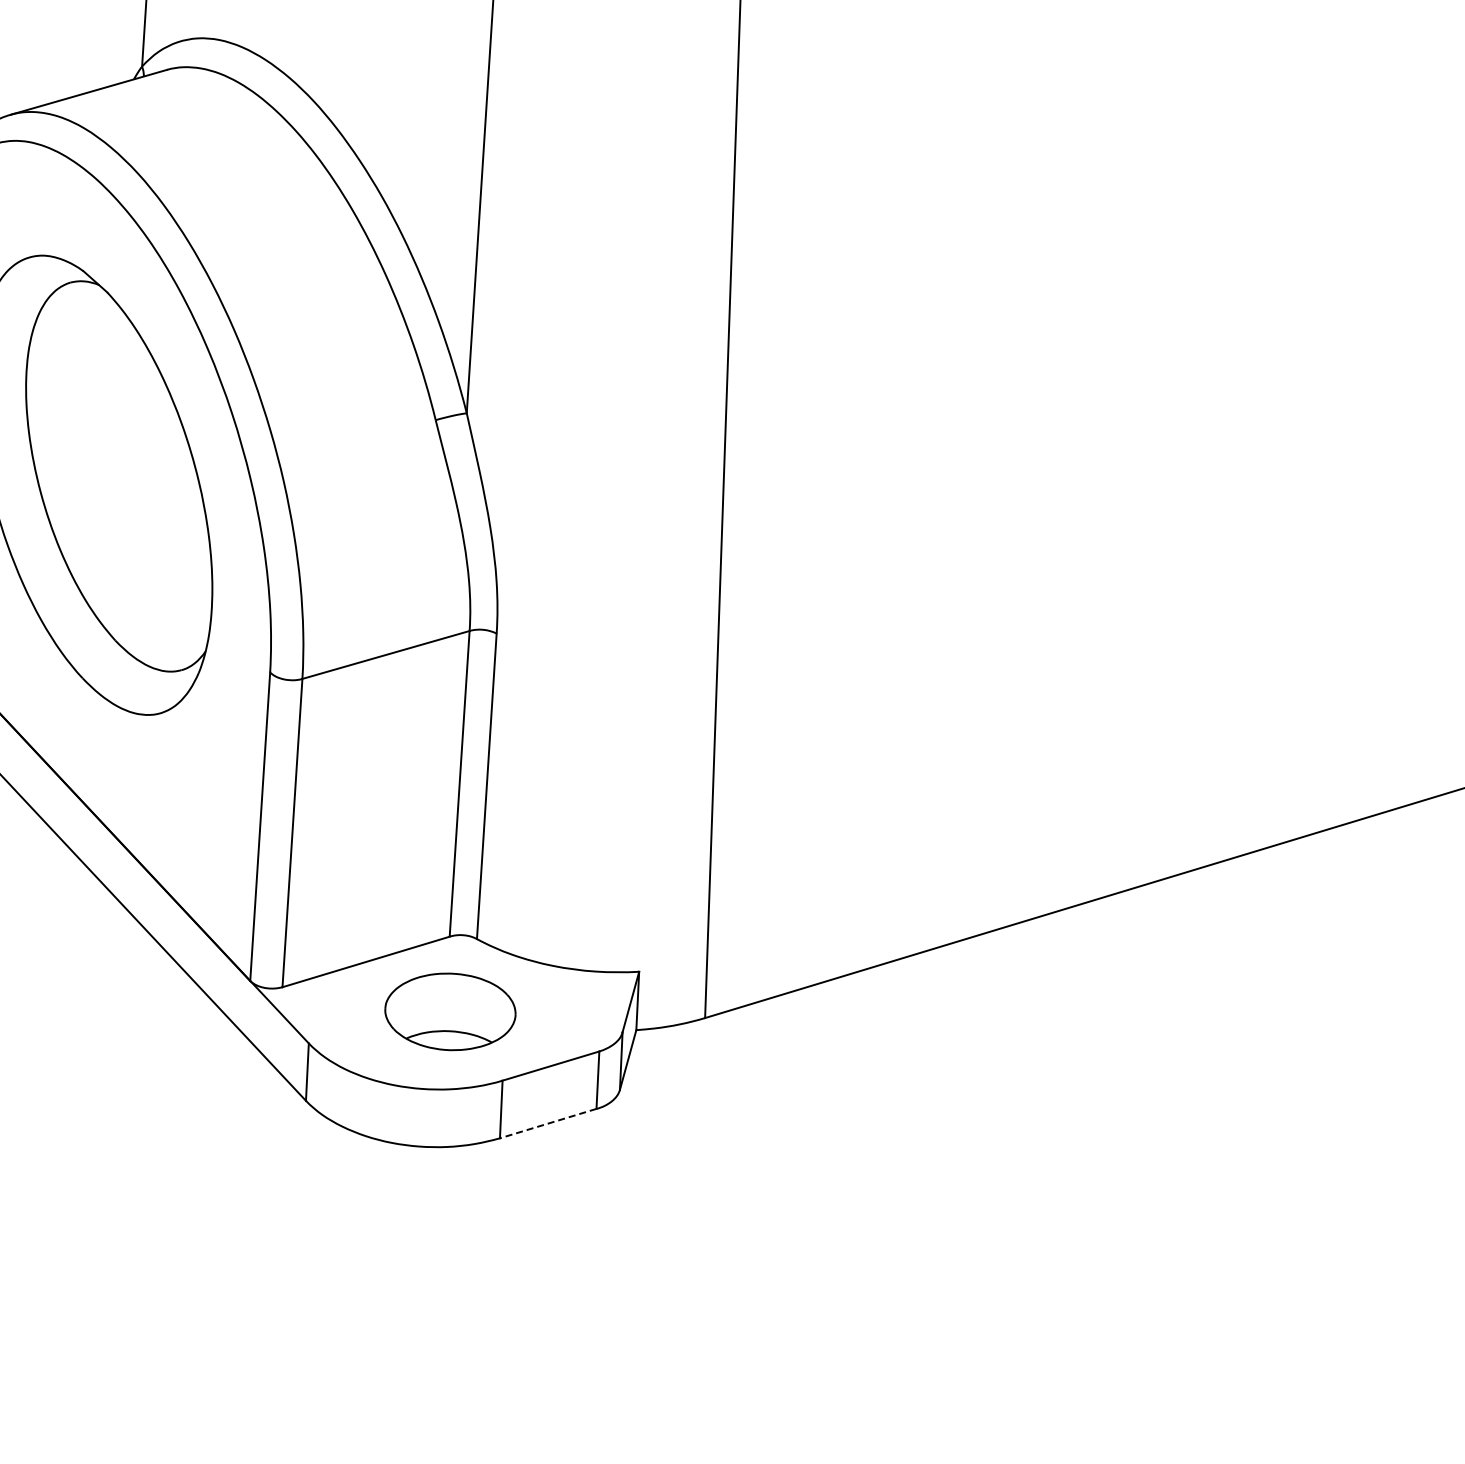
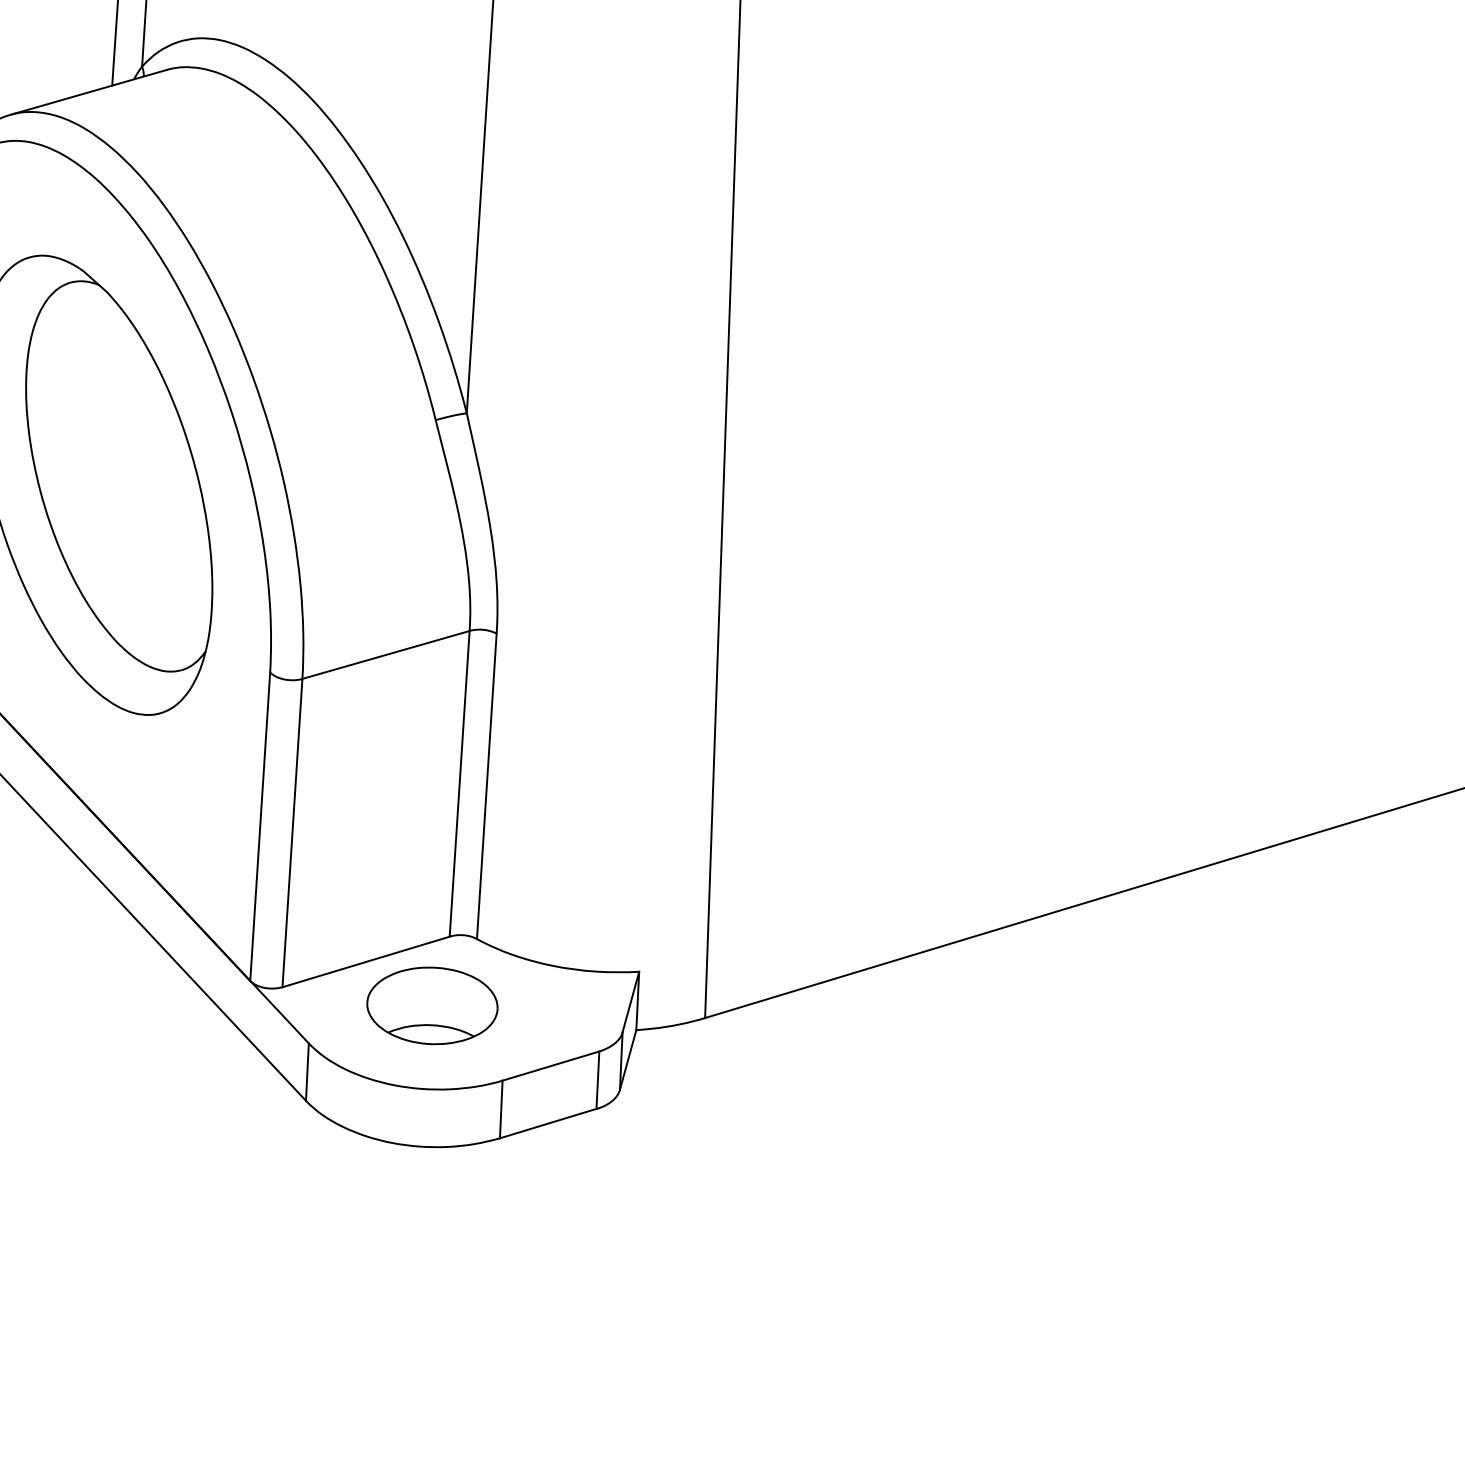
line at (114, 43): none -> present
part at (450, 1011) position: (450, 1011) -> (432, 1005)
line at (547, 1123): dashed -> solid
